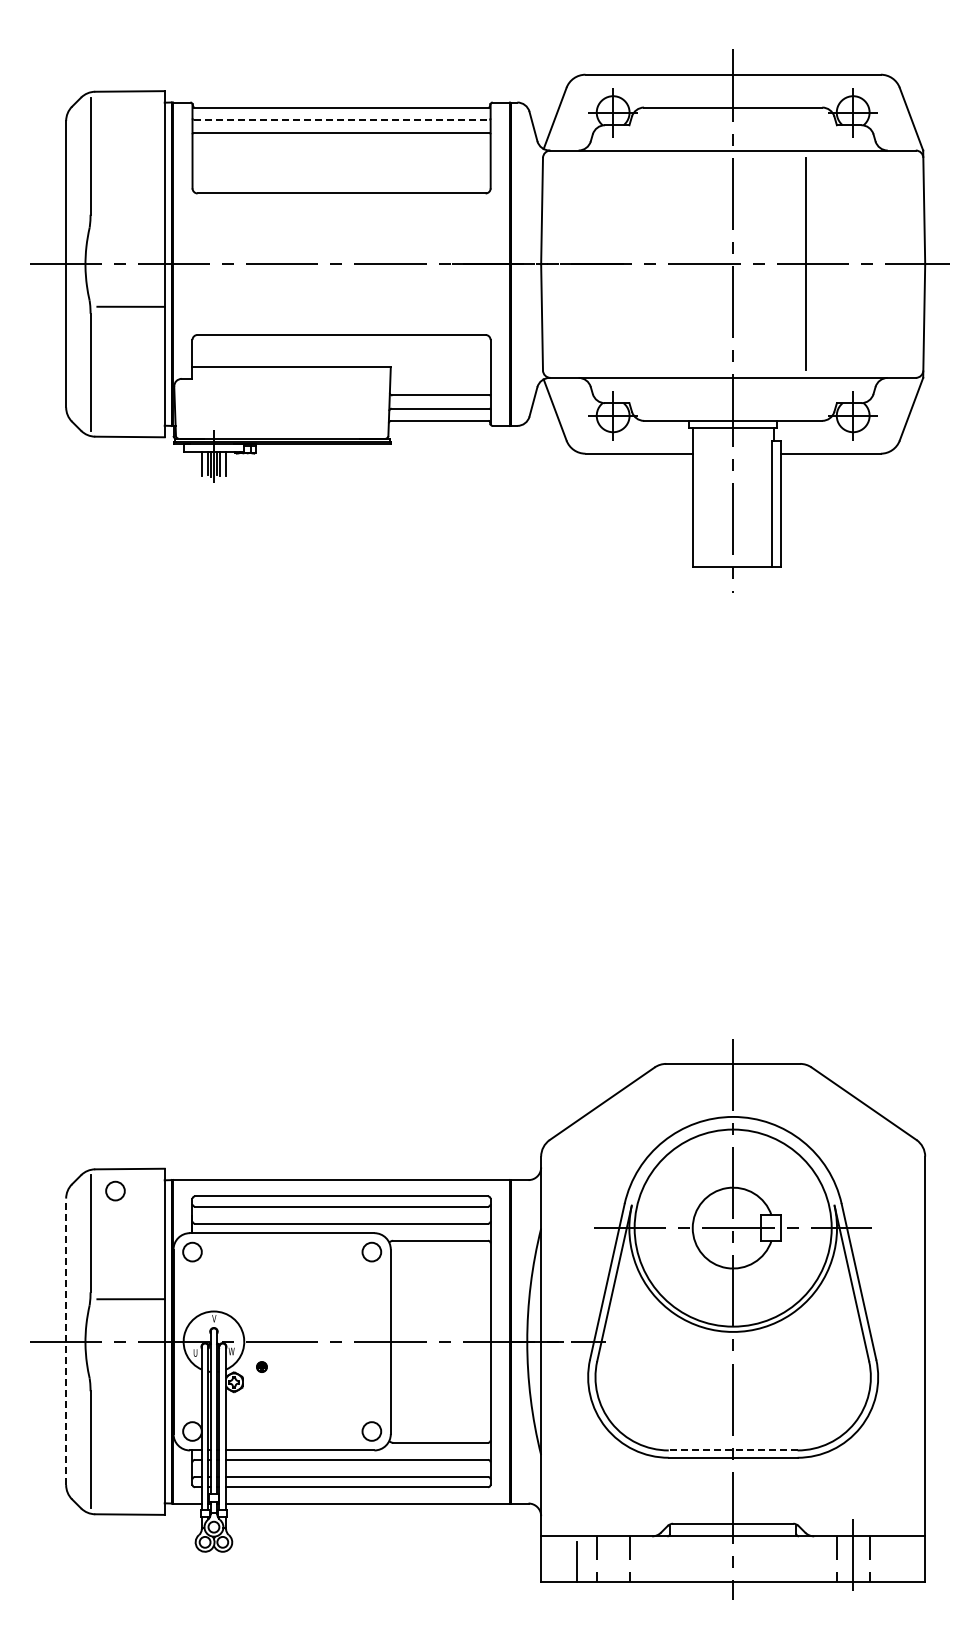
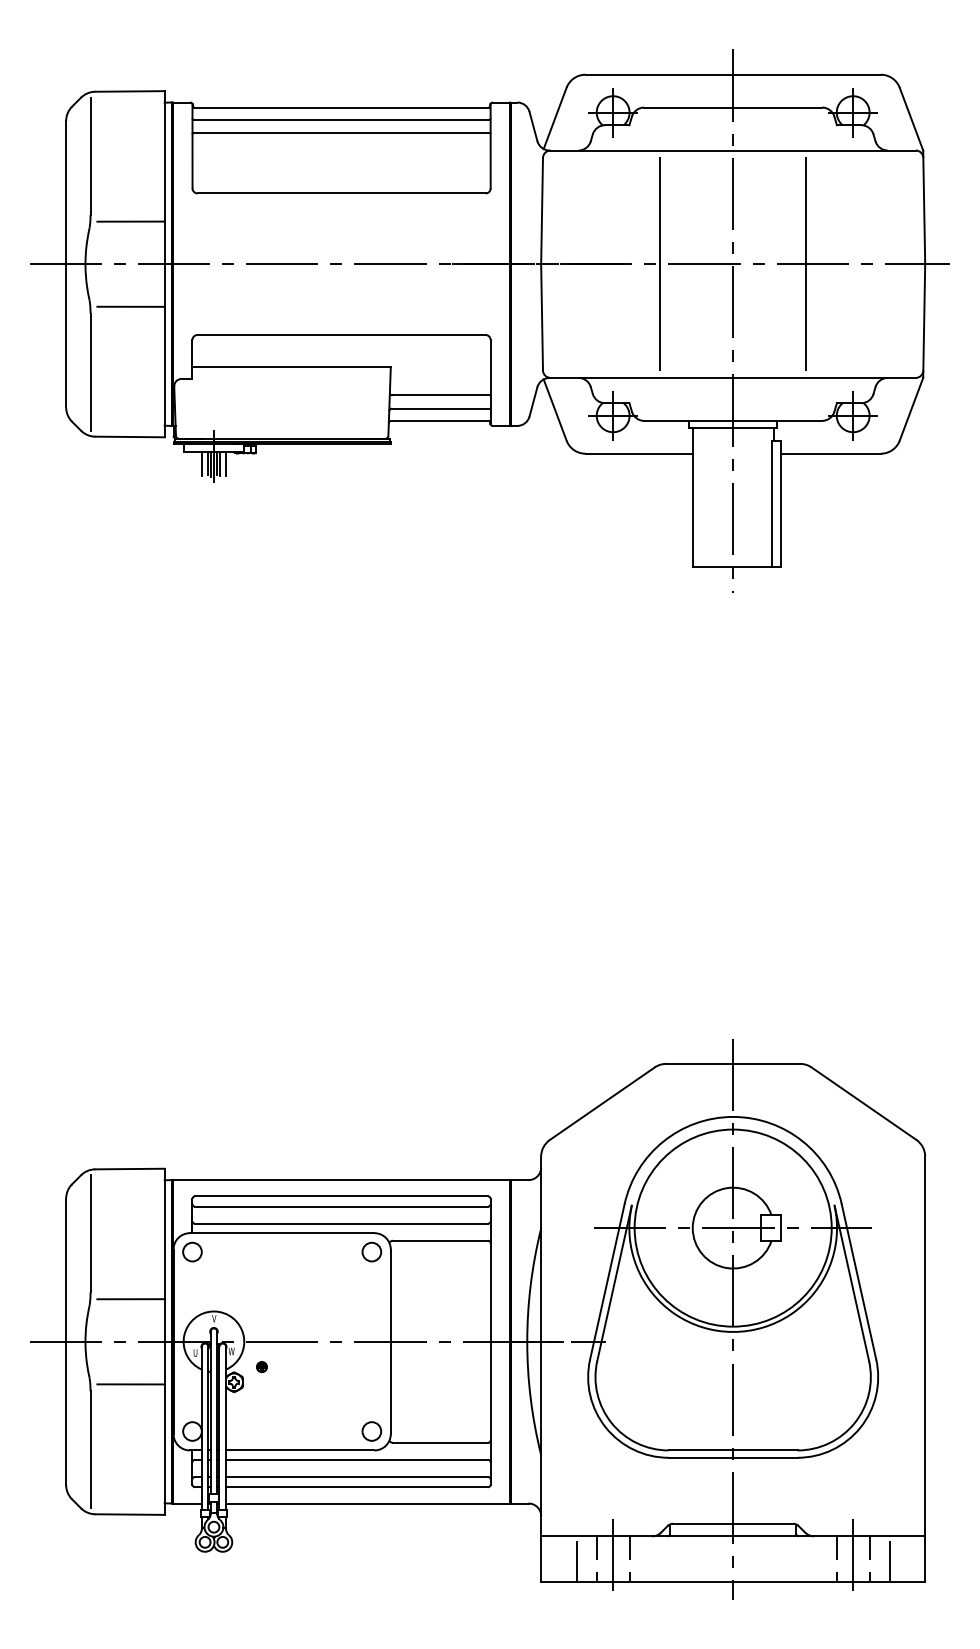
line at (341, 119): dashed -> solid
line at (130, 221): none -> present
line at (659, 264): none -> present
circle at (115, 1190): present -> none
line at (66, 1341): dashed -> solid
line at (130, 1384): none -> present
line at (732, 1450): dashed -> solid
line at (613, 1558): none -> present
line at (889, 1561): none -> present
